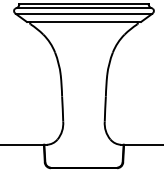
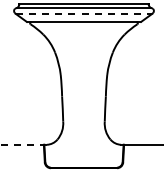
line at (84, 14): solid -> dashed
line at (23, 144): solid -> dashed
